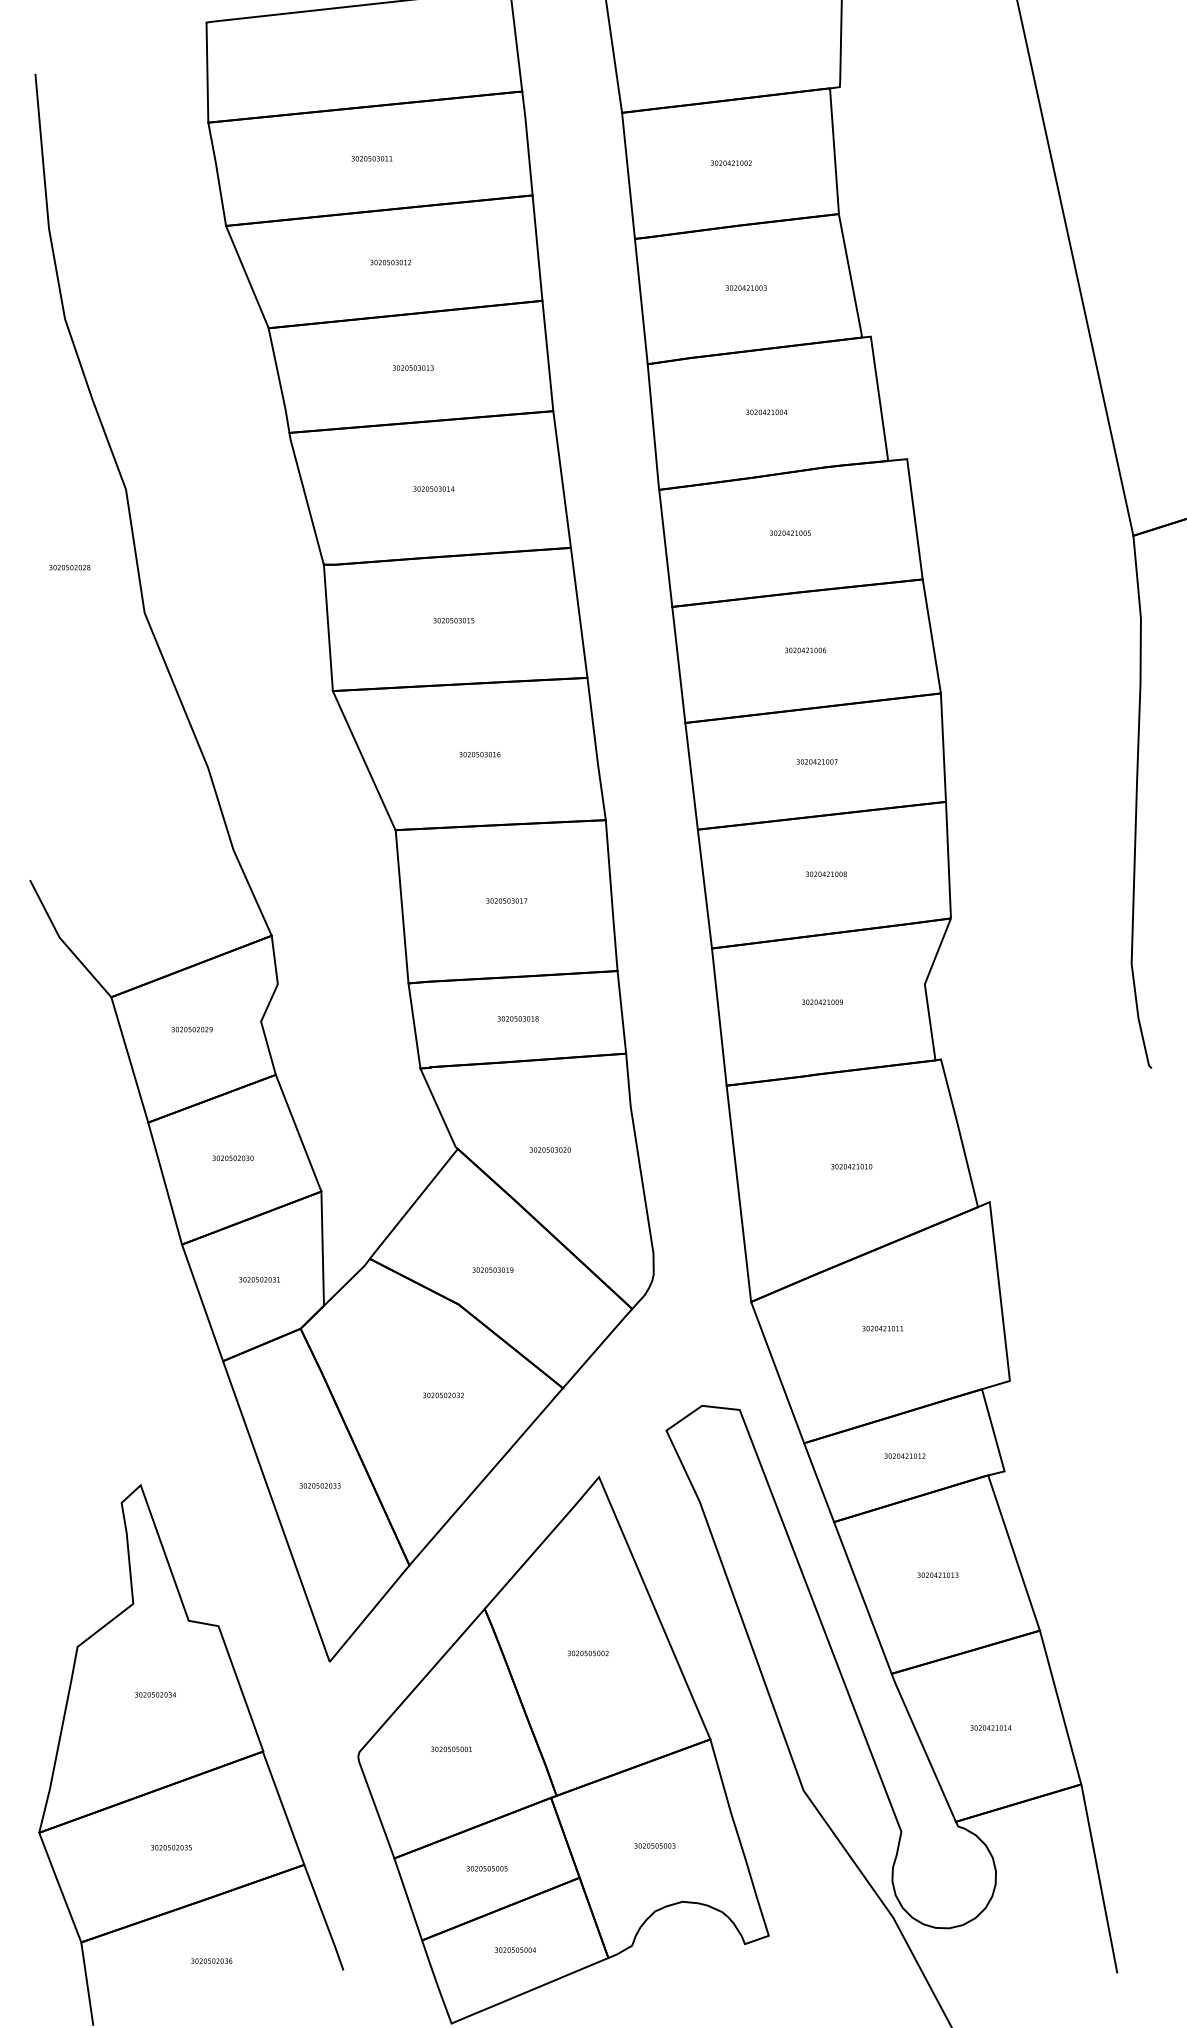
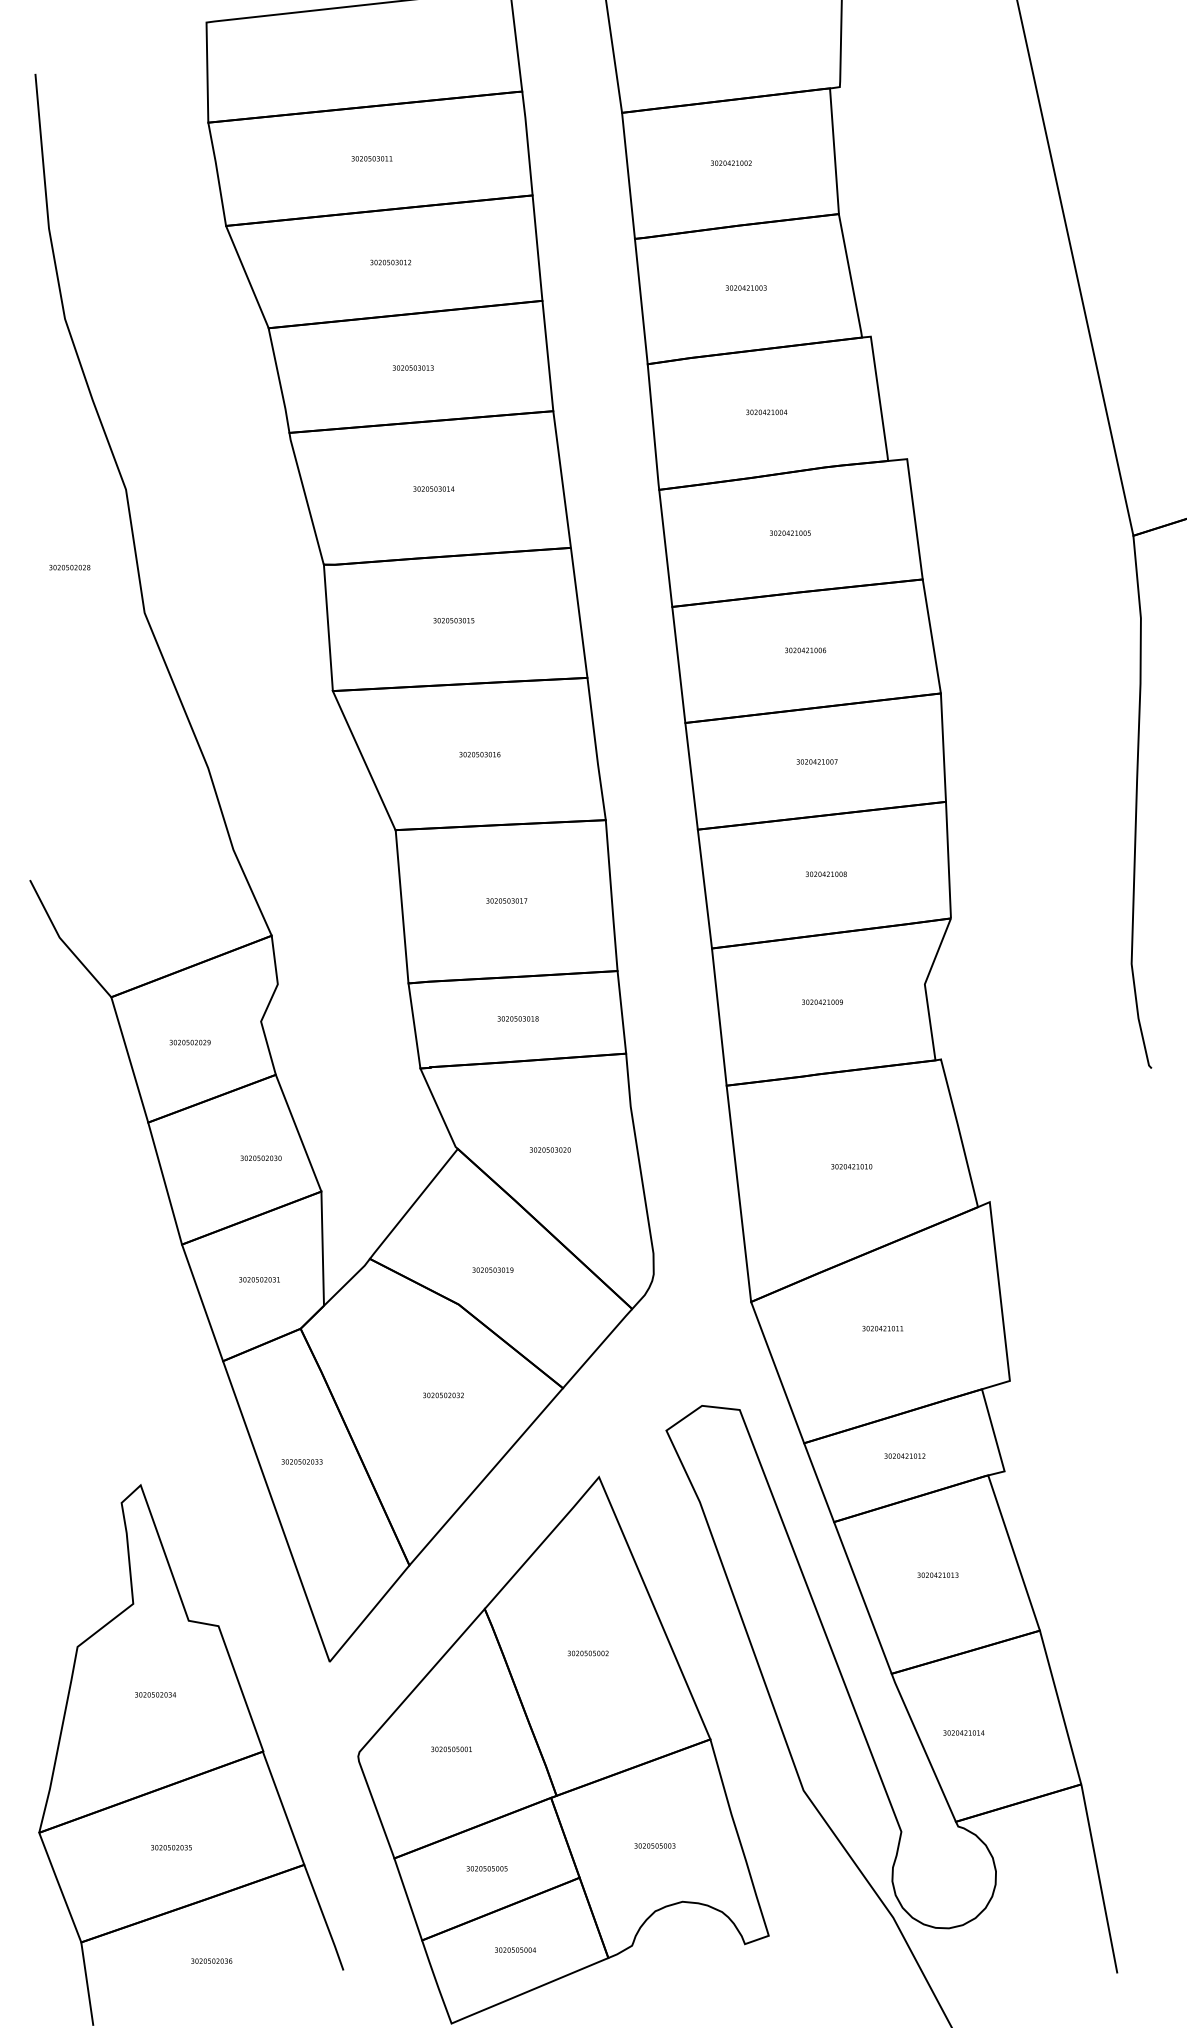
text at (191, 1029) position: (191, 1029) -> (189, 1042)
text at (232, 1157) position: (232, 1157) -> (260, 1157)
text at (319, 1485) position: (319, 1485) -> (301, 1461)
text at (990, 1727) position: (990, 1727) -> (963, 1732)
